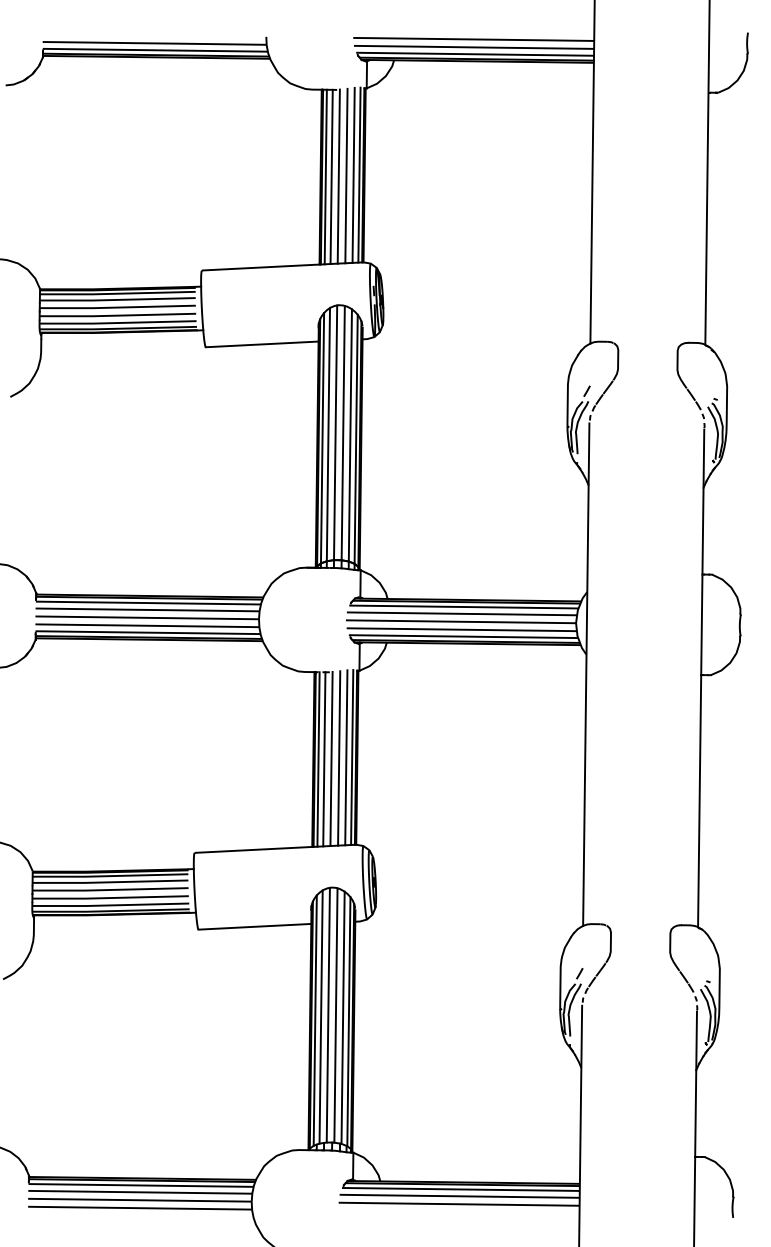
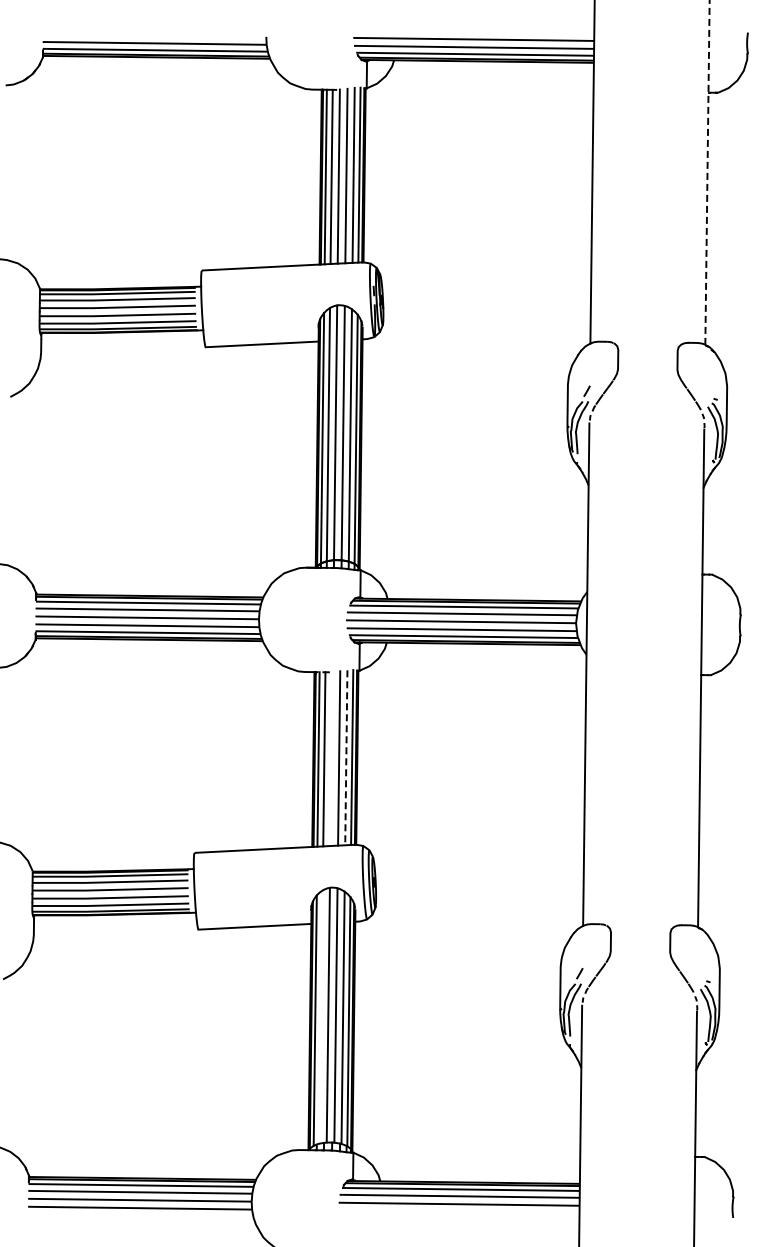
line at (707, 171): solid -> dashed
line at (331, 758): present -> none
line at (346, 758): solid -> dashed
line at (320, 1016): present -> none
